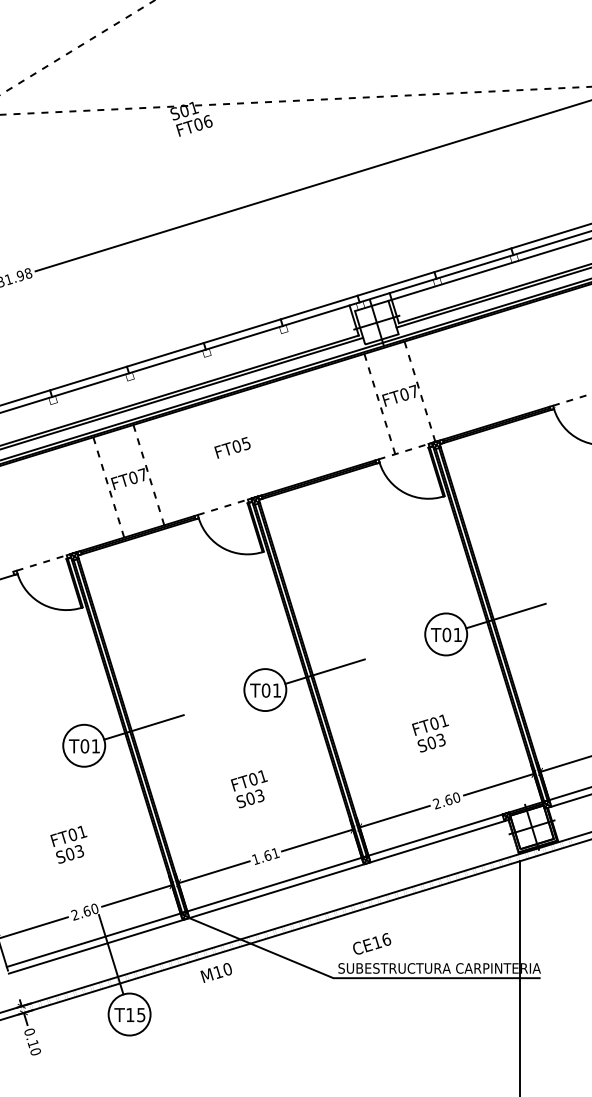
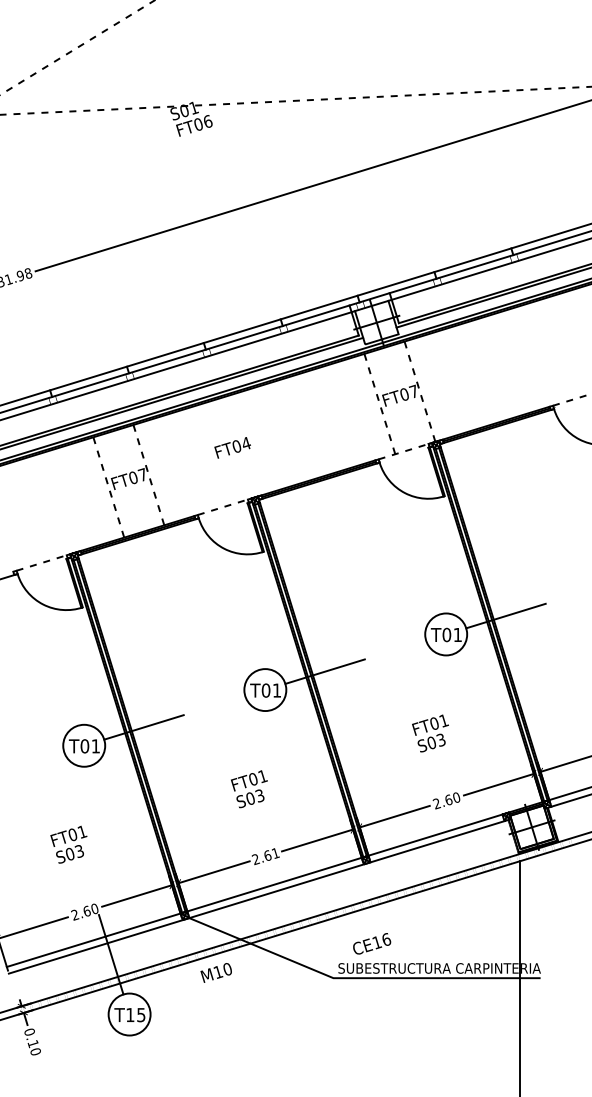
line at (178, 365): none -> present
text at (245, 443): FT05 -> FT04
text at (254, 859): 1.61 -> 2.61
